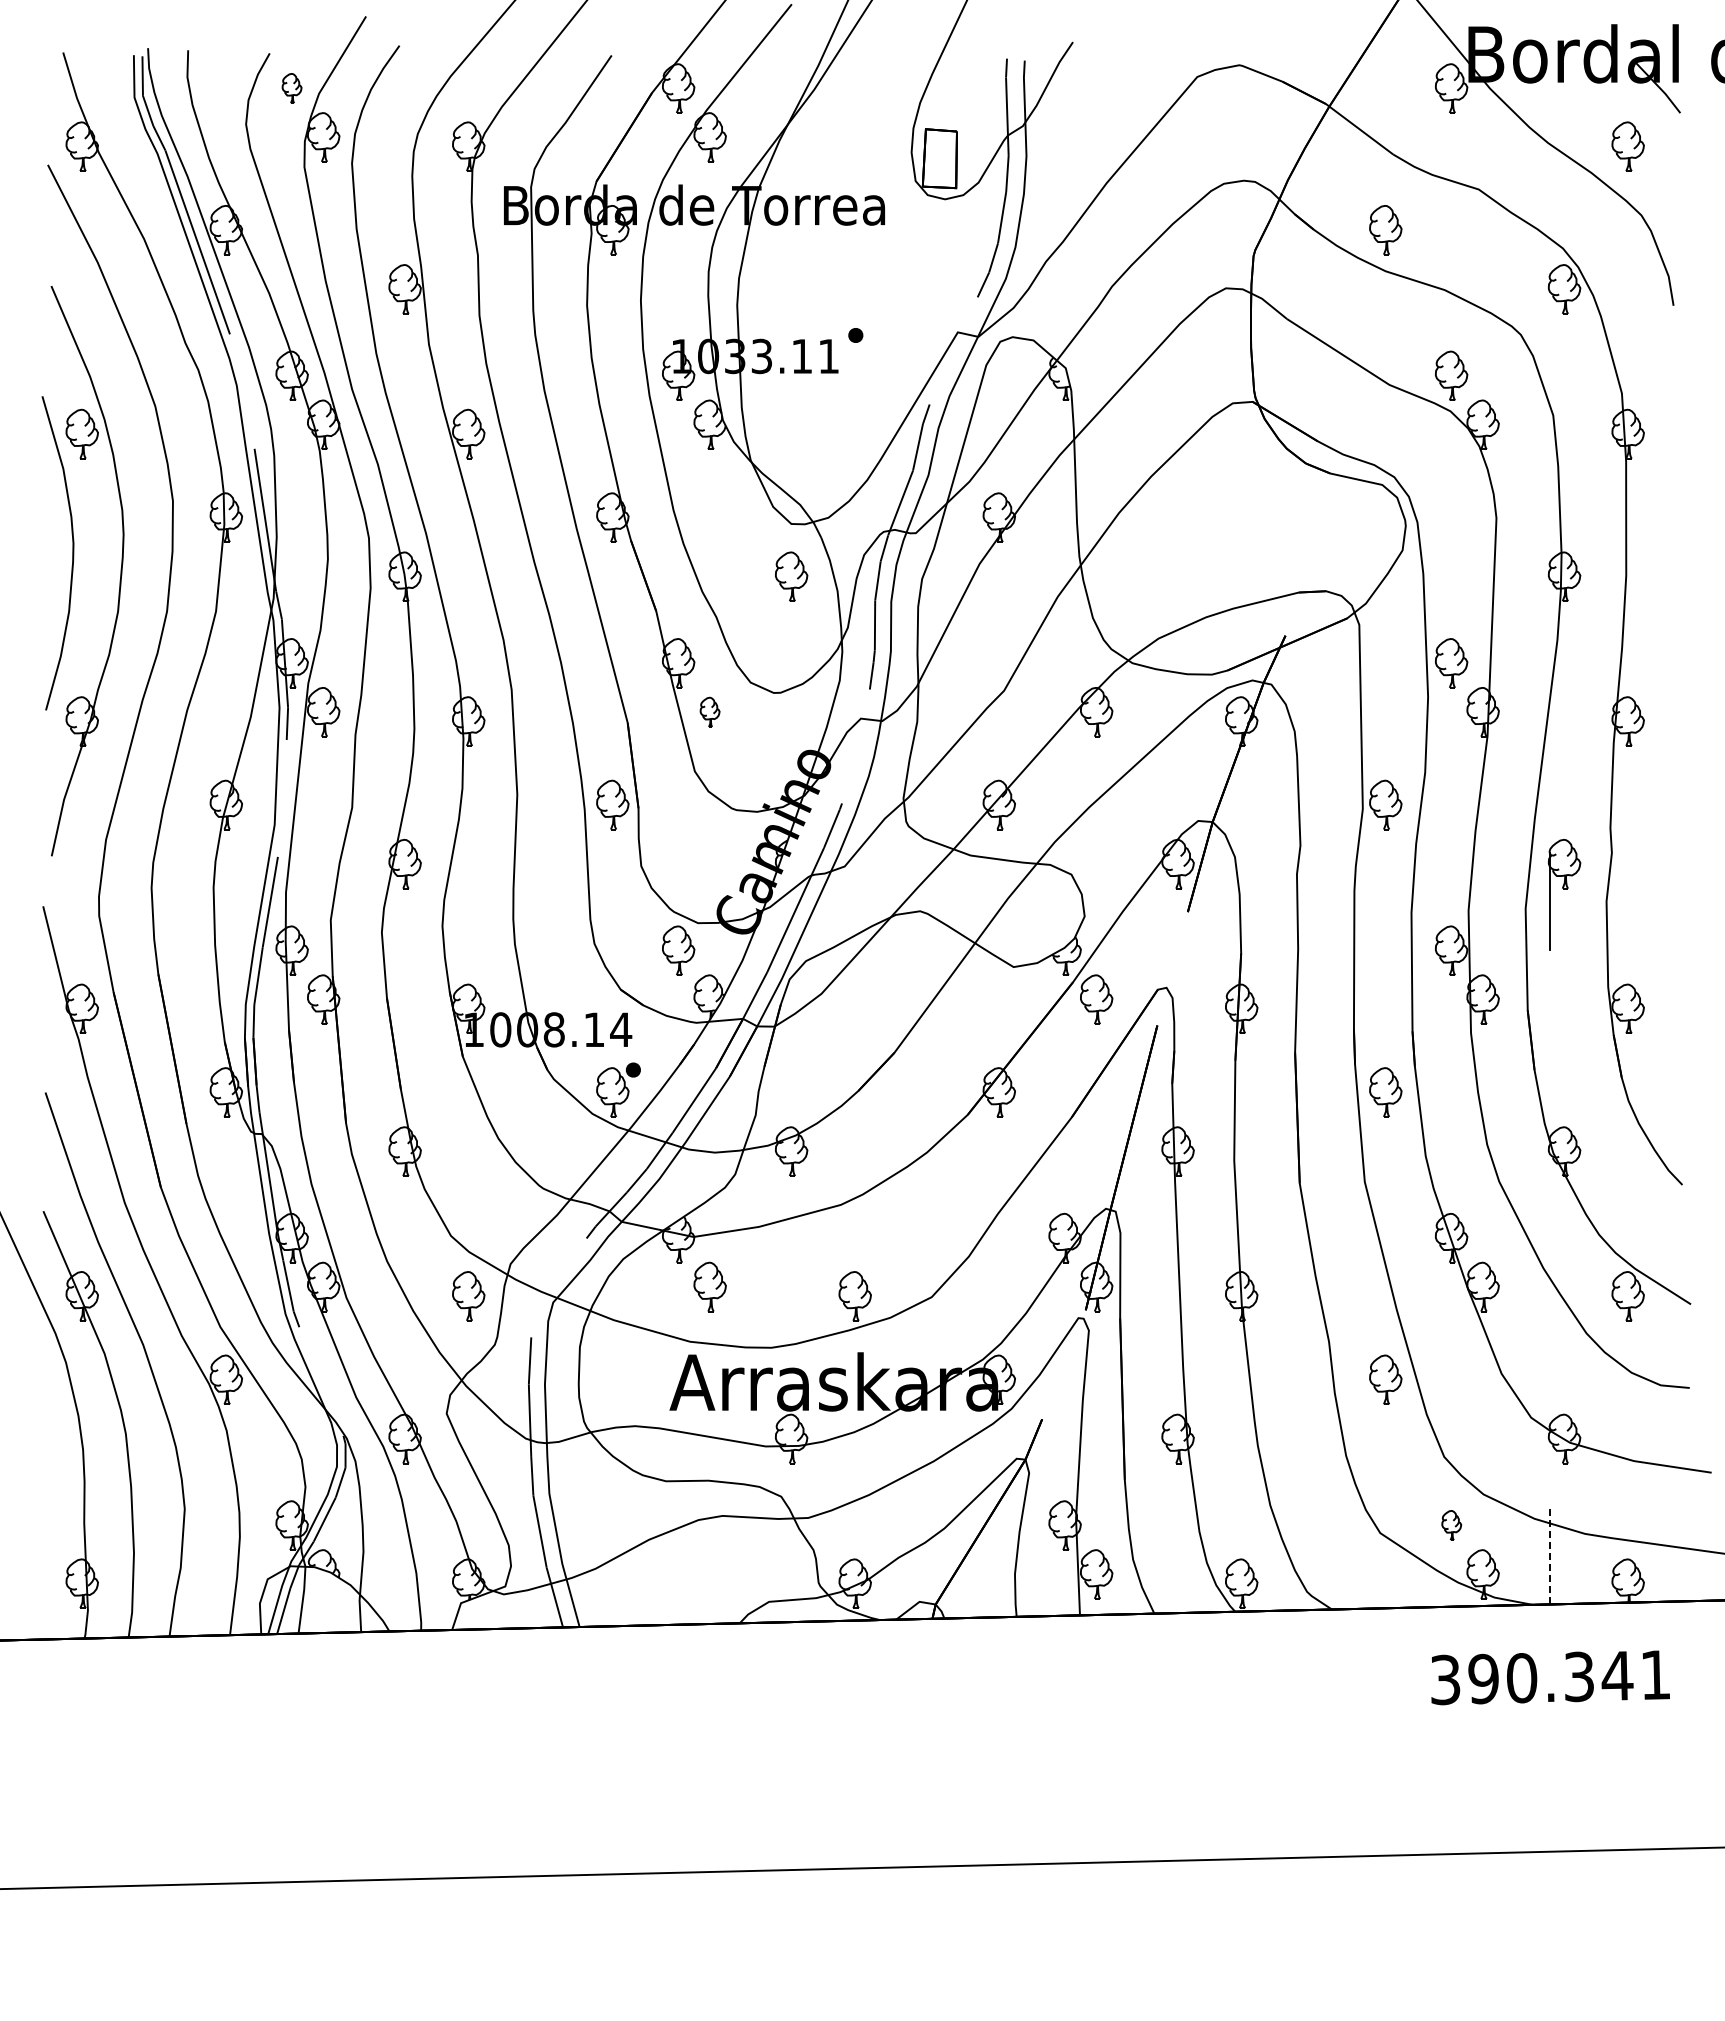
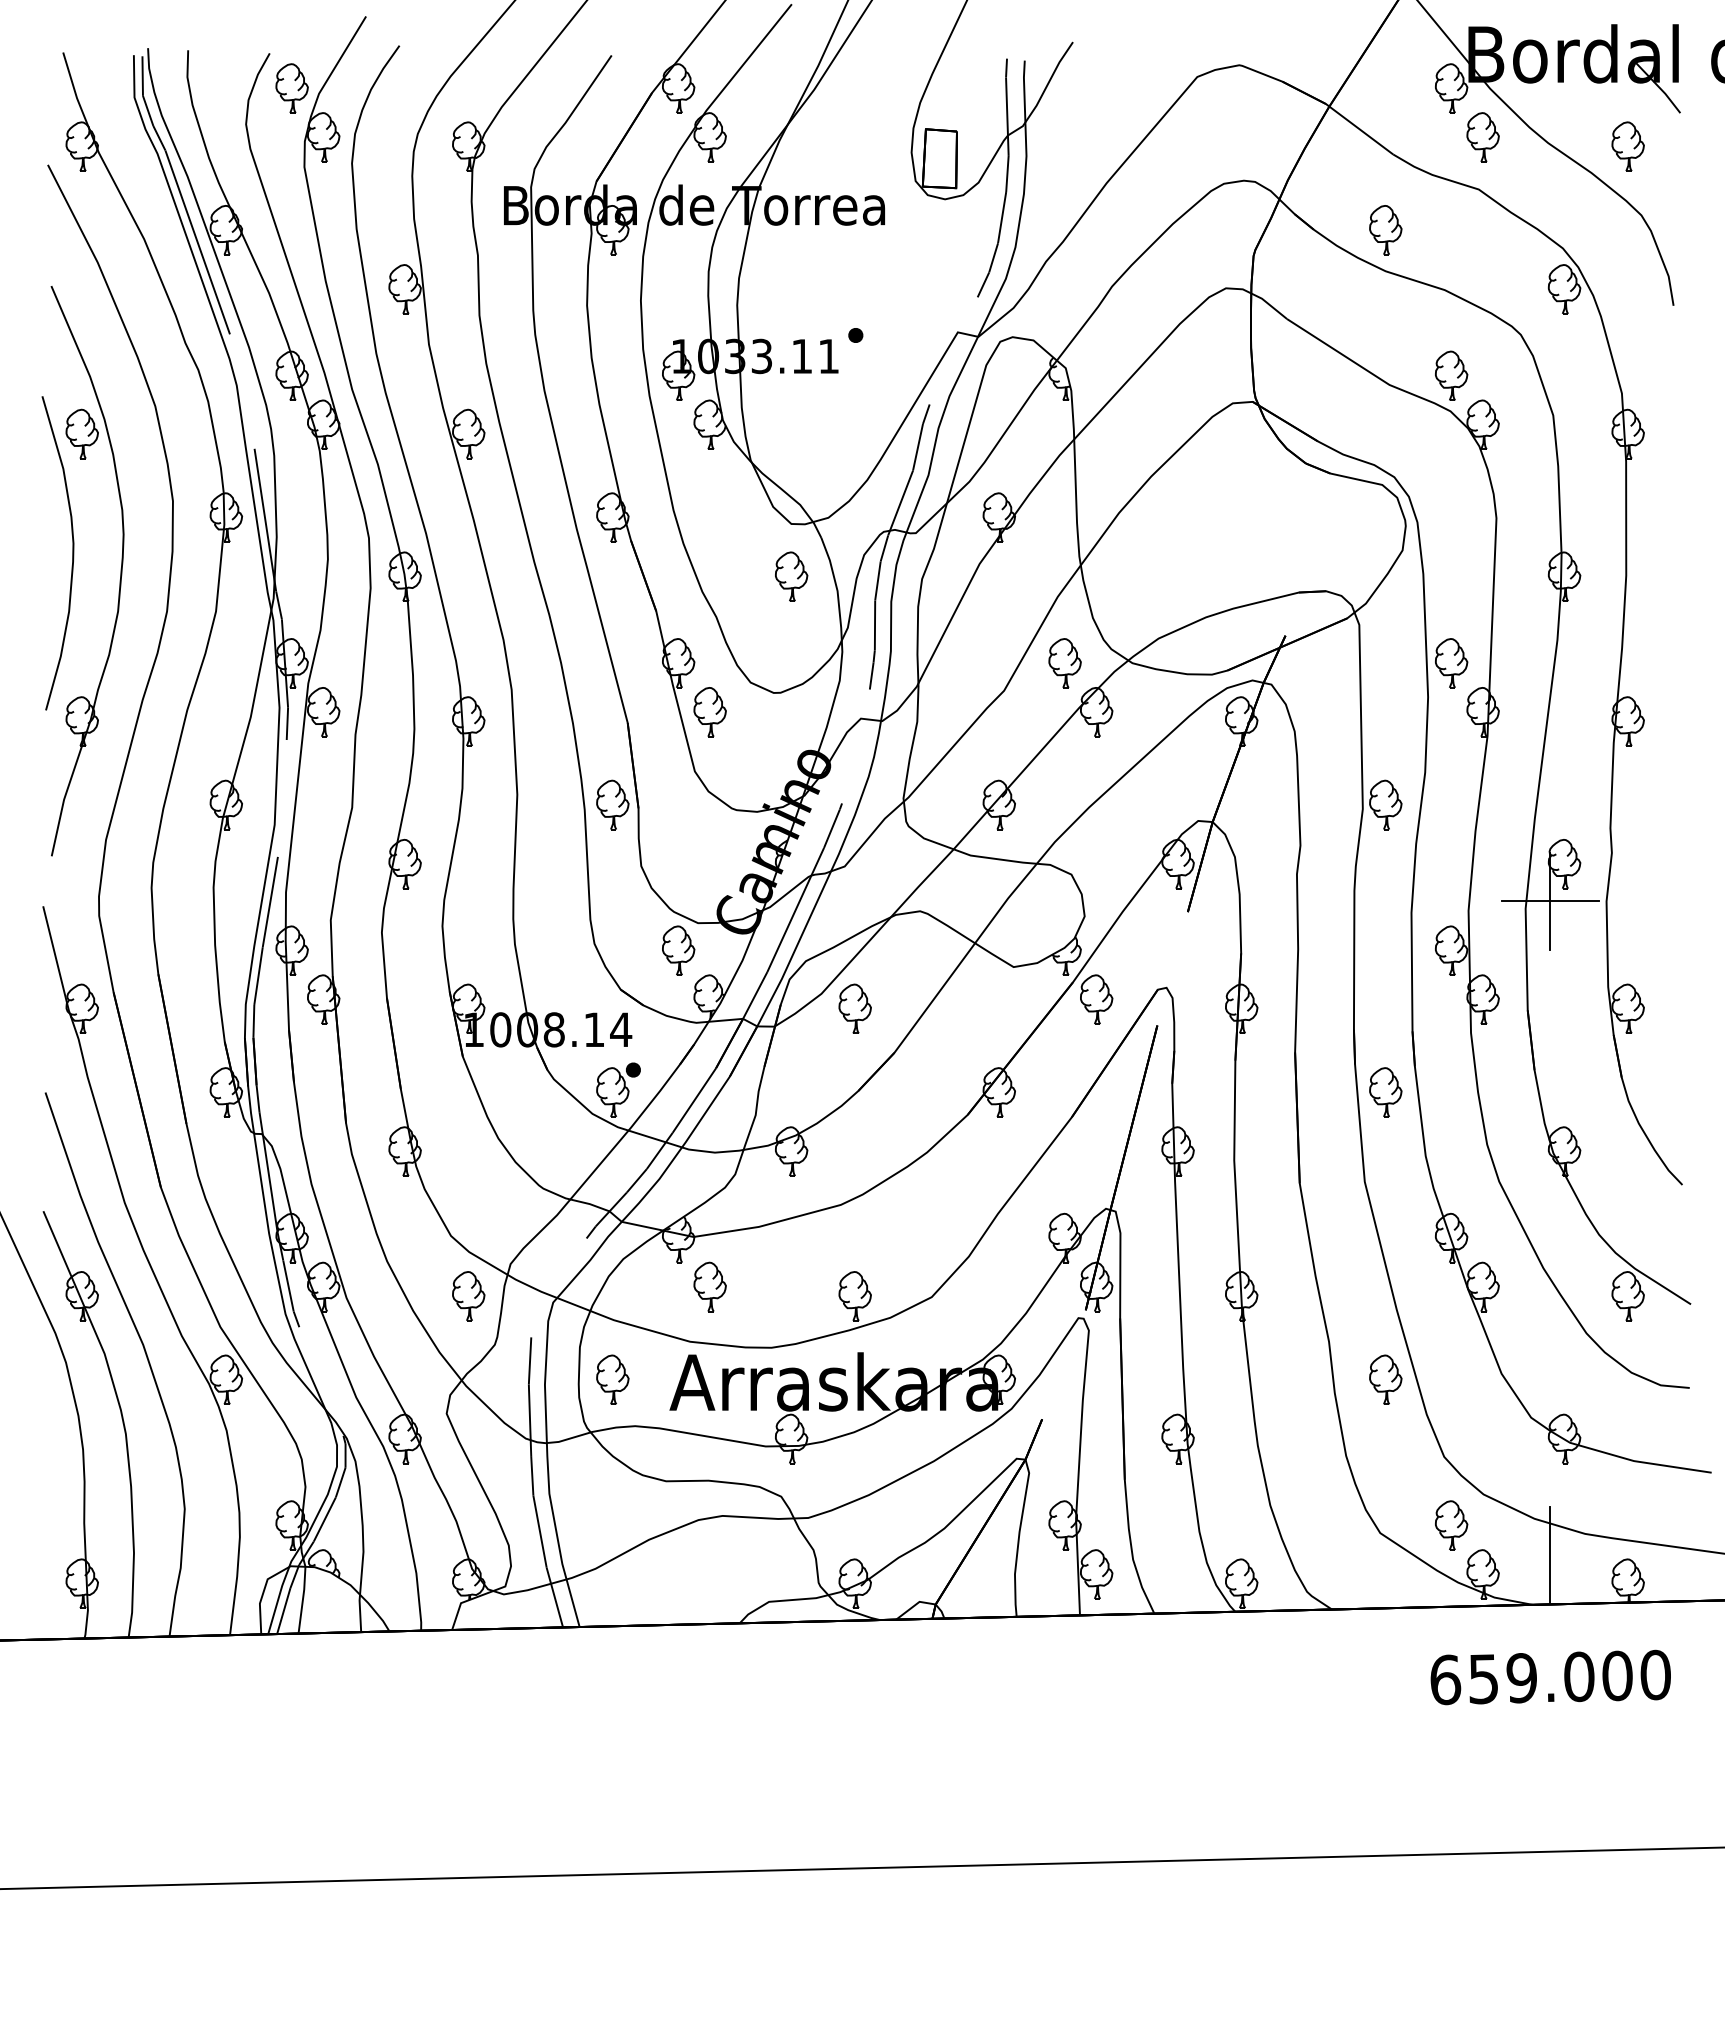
part at (291, 88) size: 22x31 px -> 34x51 px
part at (1482, 137): none -> present
part at (1064, 663): none -> present
part at (709, 711) size: 22x32 px -> 34x51 px
line at (1550, 901): none -> present
part at (854, 1008): none -> present
part at (612, 1379): none -> present
part at (1451, 1525) size: 22x31 px -> 34x51 px
line at (1550, 1555): dashed -> solid
text at (1550, 1677): 390.341 -> 659.000
